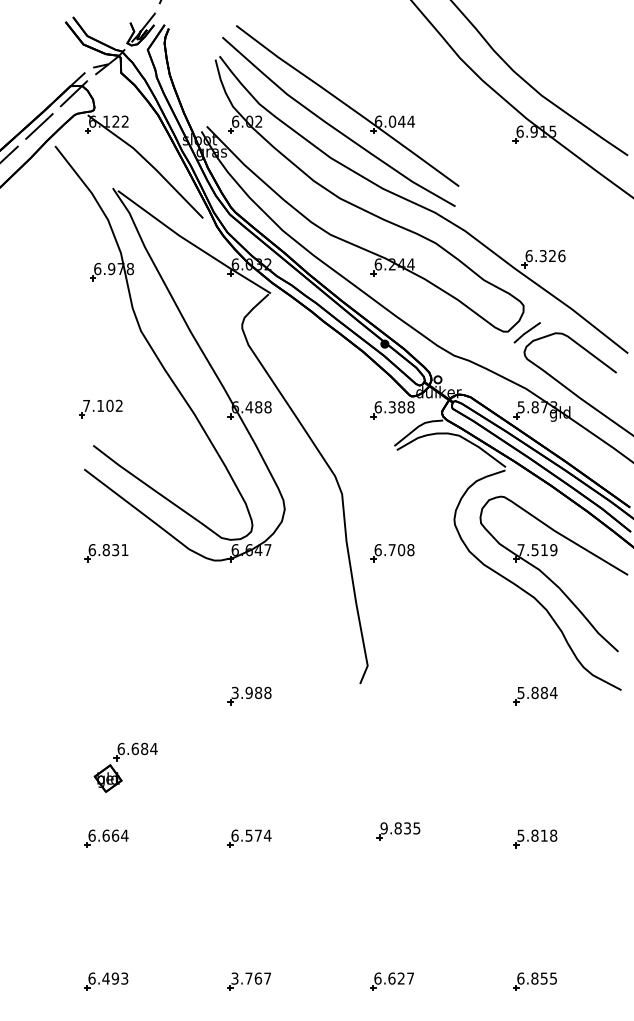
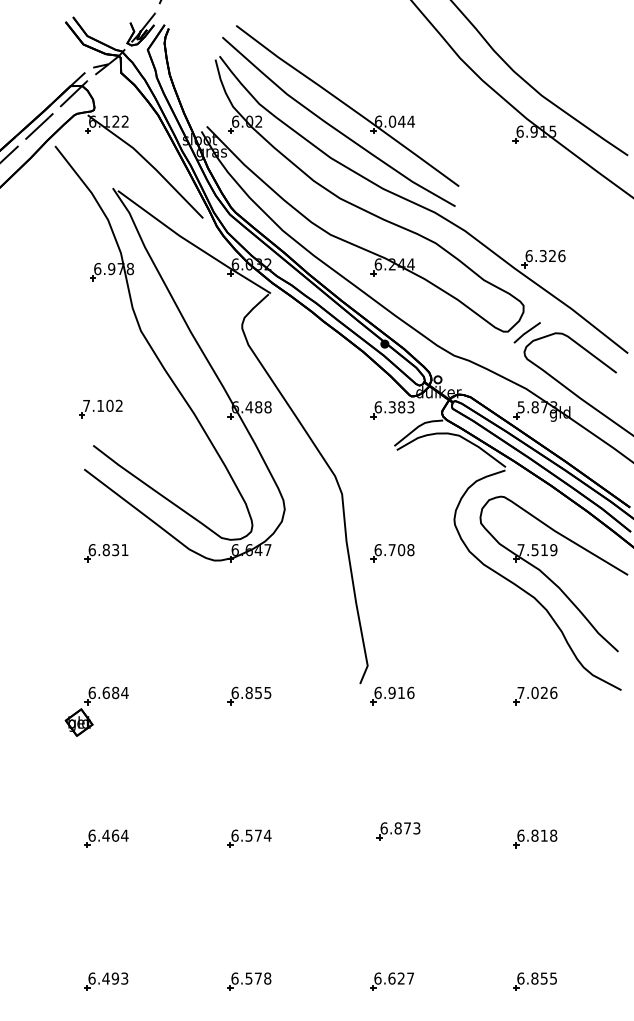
text at (410, 407): 6.388 -> 6.383
text at (251, 692): 3.988 -> 6.855
text at (537, 692): 5.884 -> 7.026
part at (392, 695): none -> present
part at (118, 772) position: (118, 772) -> (89, 716)
text at (400, 828): 9.835 -> 6.873
text at (105, 835): 6.664 -> 6.464
text at (520, 835): 5.818 -> 6.818
text at (251, 978): 3.767 -> 6.578
